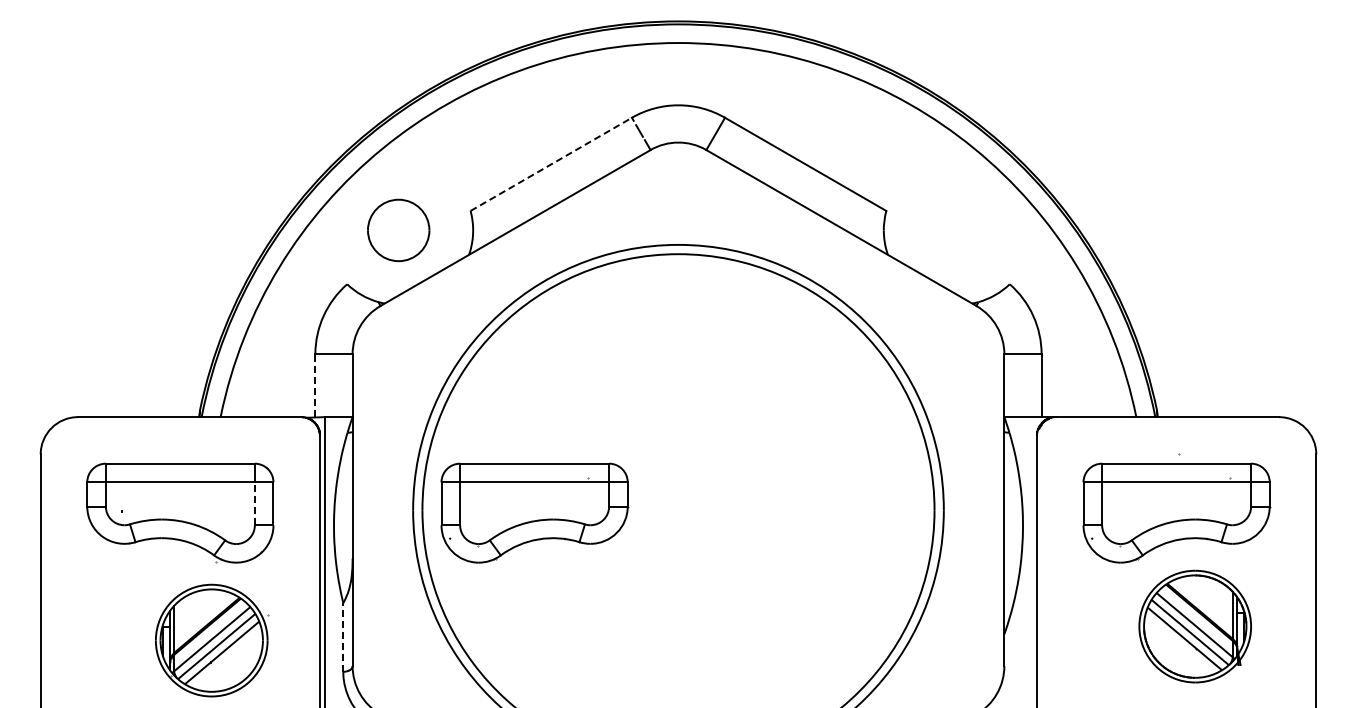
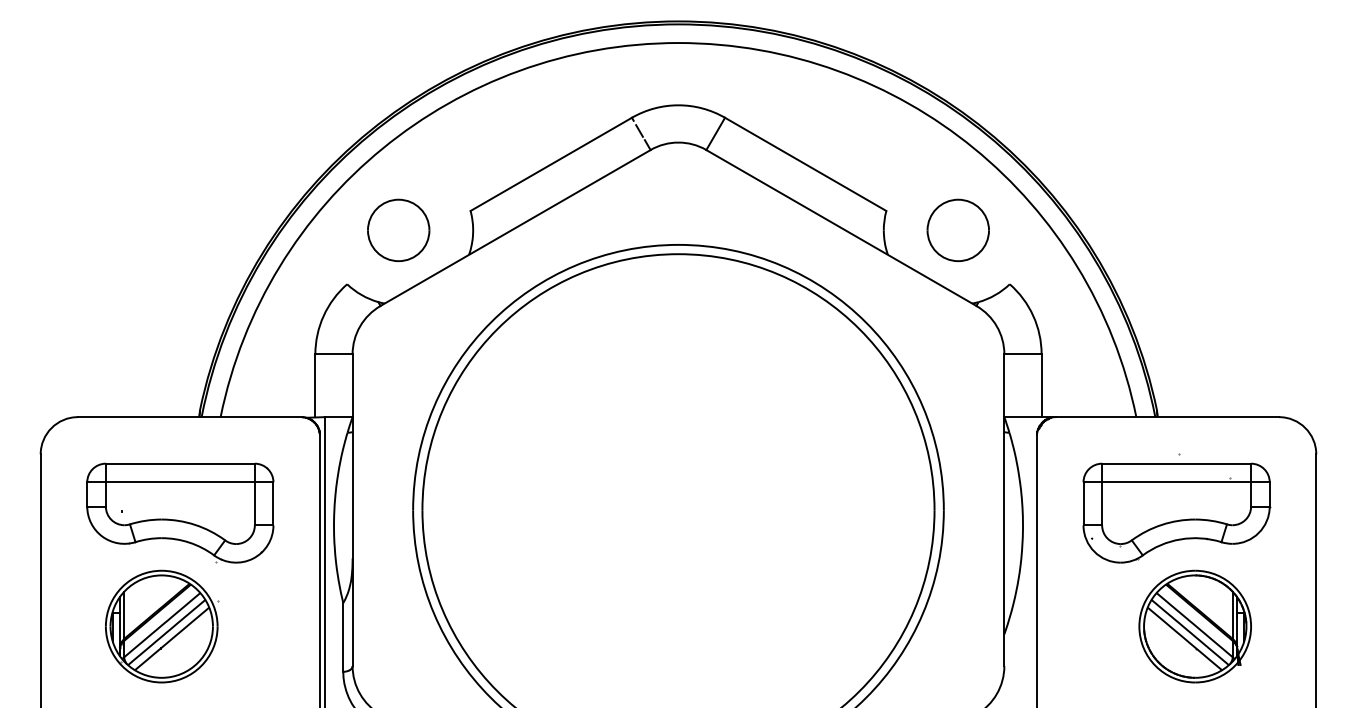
line at (551, 164): dashed -> solid
part at (957, 230): none -> present
line at (315, 385): dashed -> solid
line at (254, 503): dashed -> solid
part at (534, 512): present -> none
line at (343, 636): dashed -> solid
part at (212, 640) position: (212, 640) -> (162, 626)
